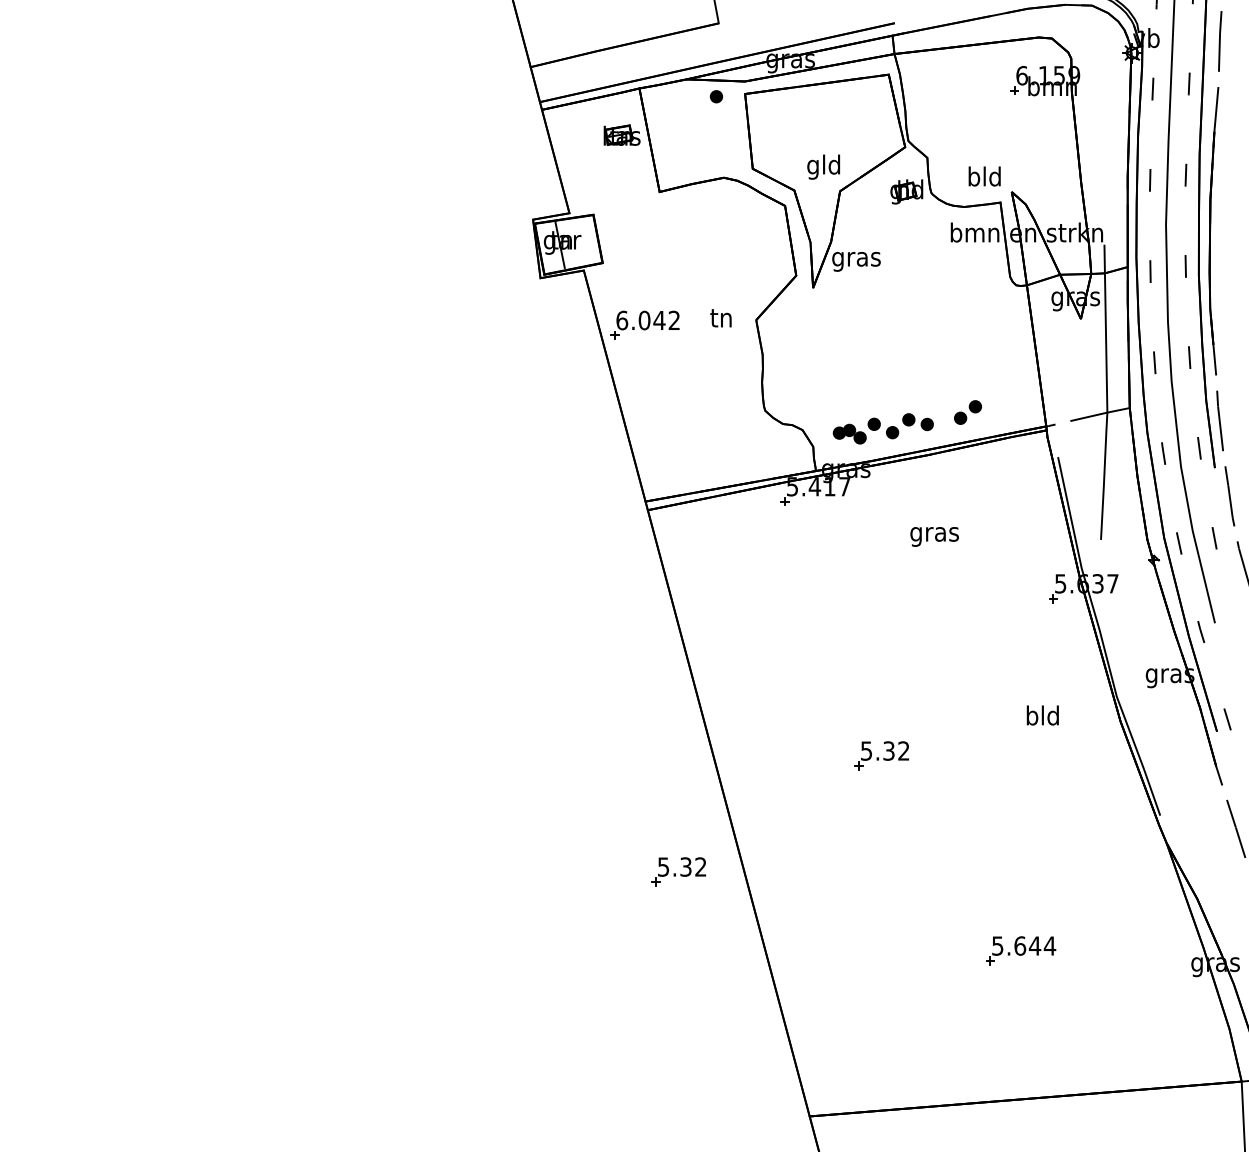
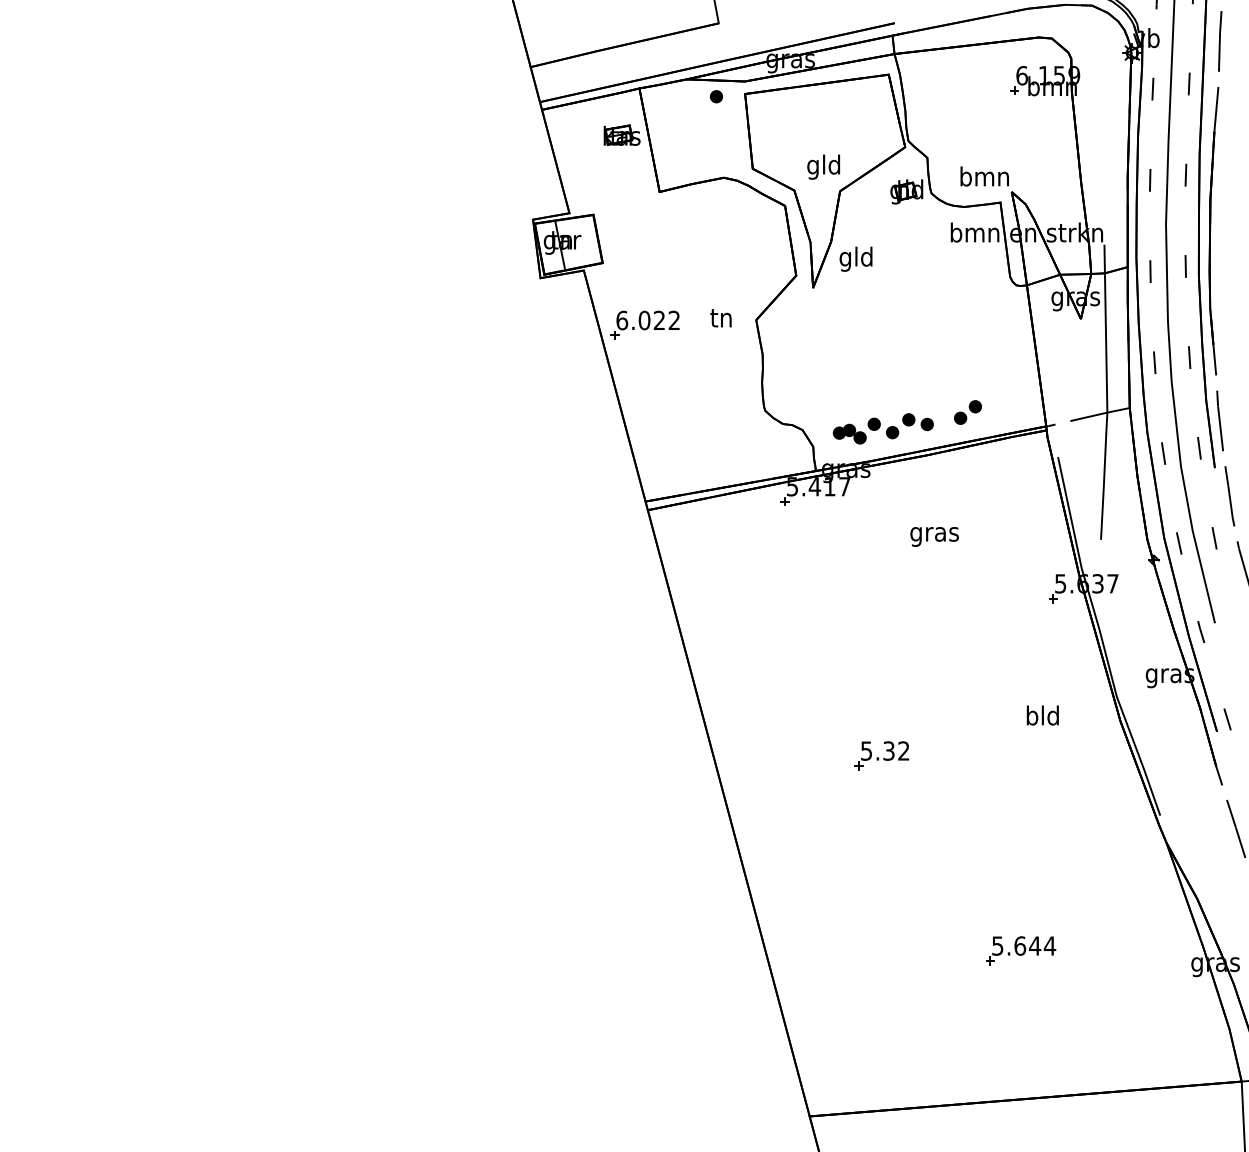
text at (984, 176): bld -> bmn
text at (856, 258): gras -> gld
text at (659, 319): 6.042 -> 6.022
part at (678, 871): present -> none
